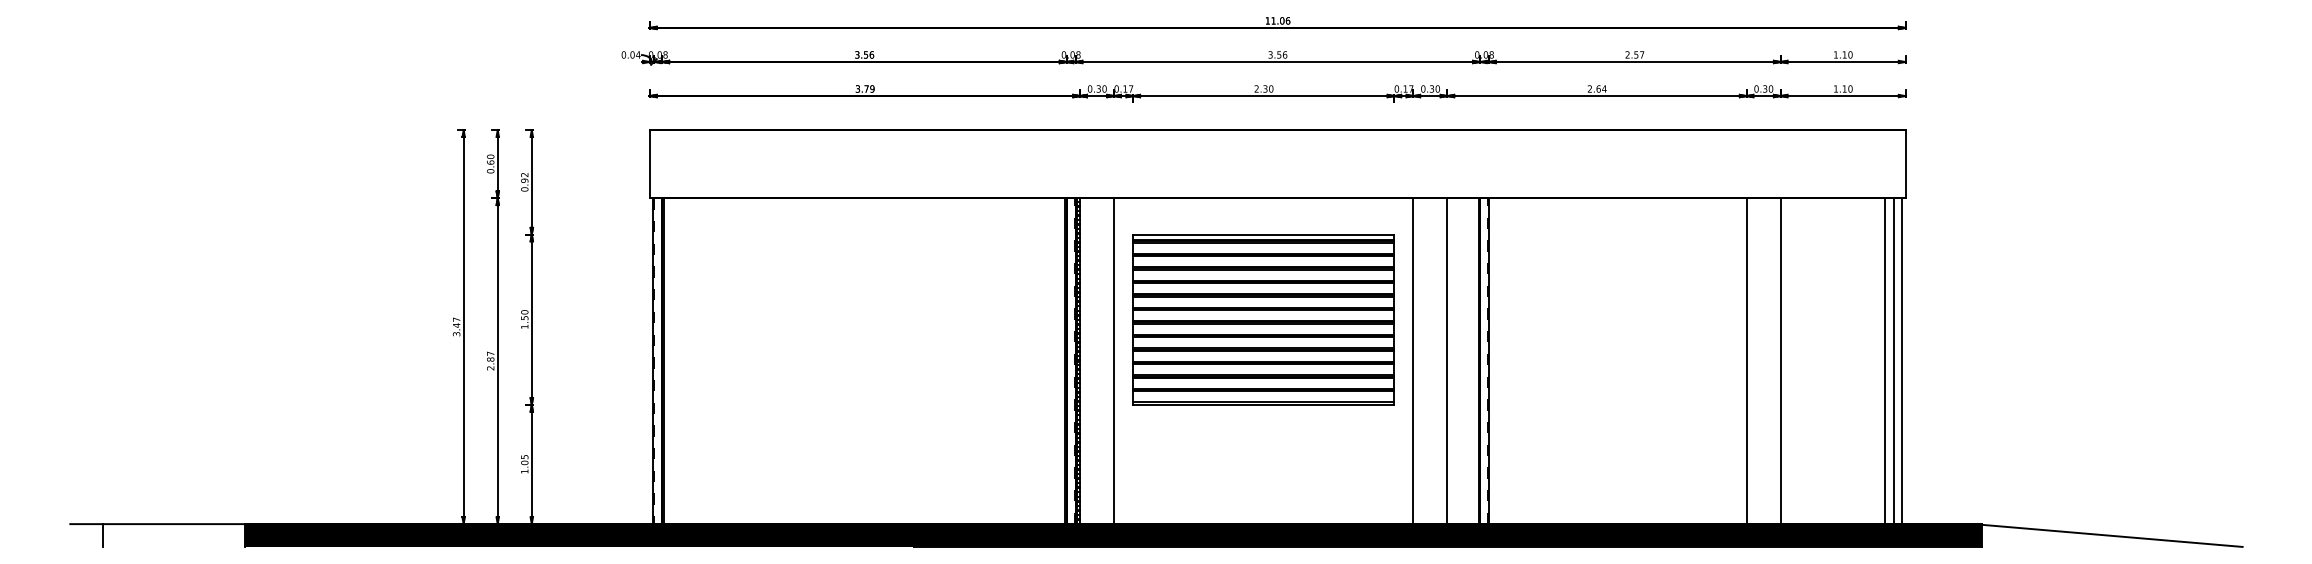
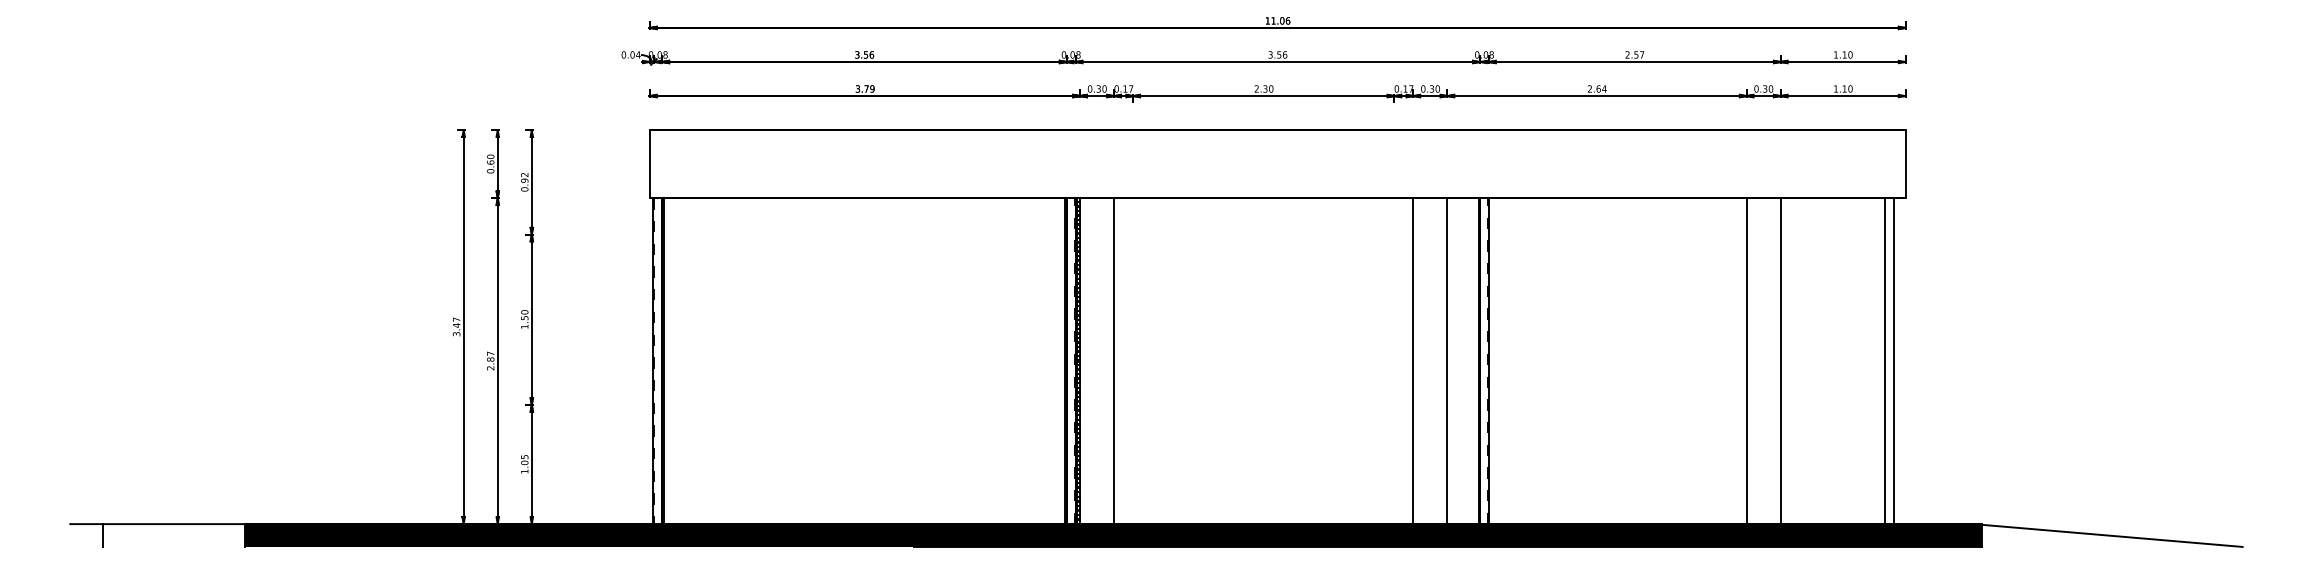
part at (1263, 319): present -> none
line at (1902, 361): present -> none
